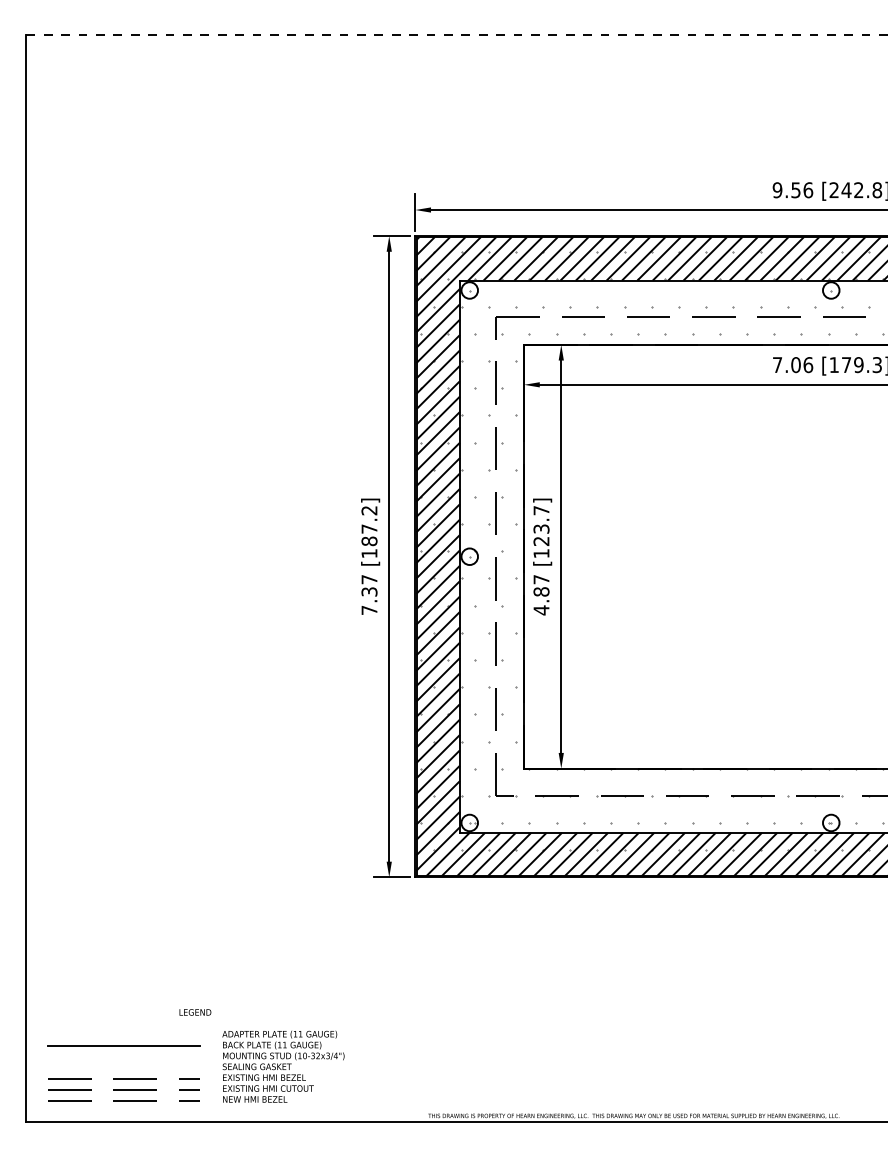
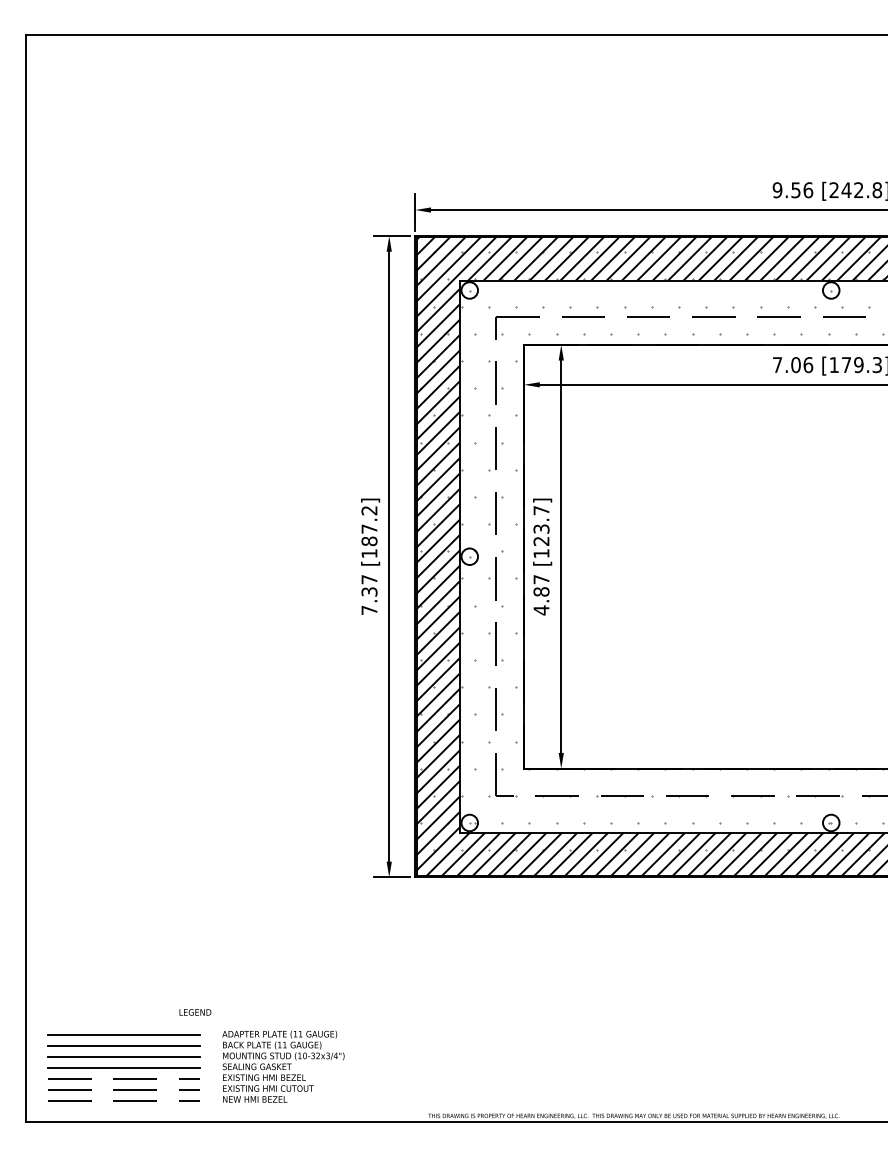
line at (457, 34): dashed -> solid
line at (124, 1035): none -> present
line at (123, 1056): none -> present
line at (124, 1067): none -> present
